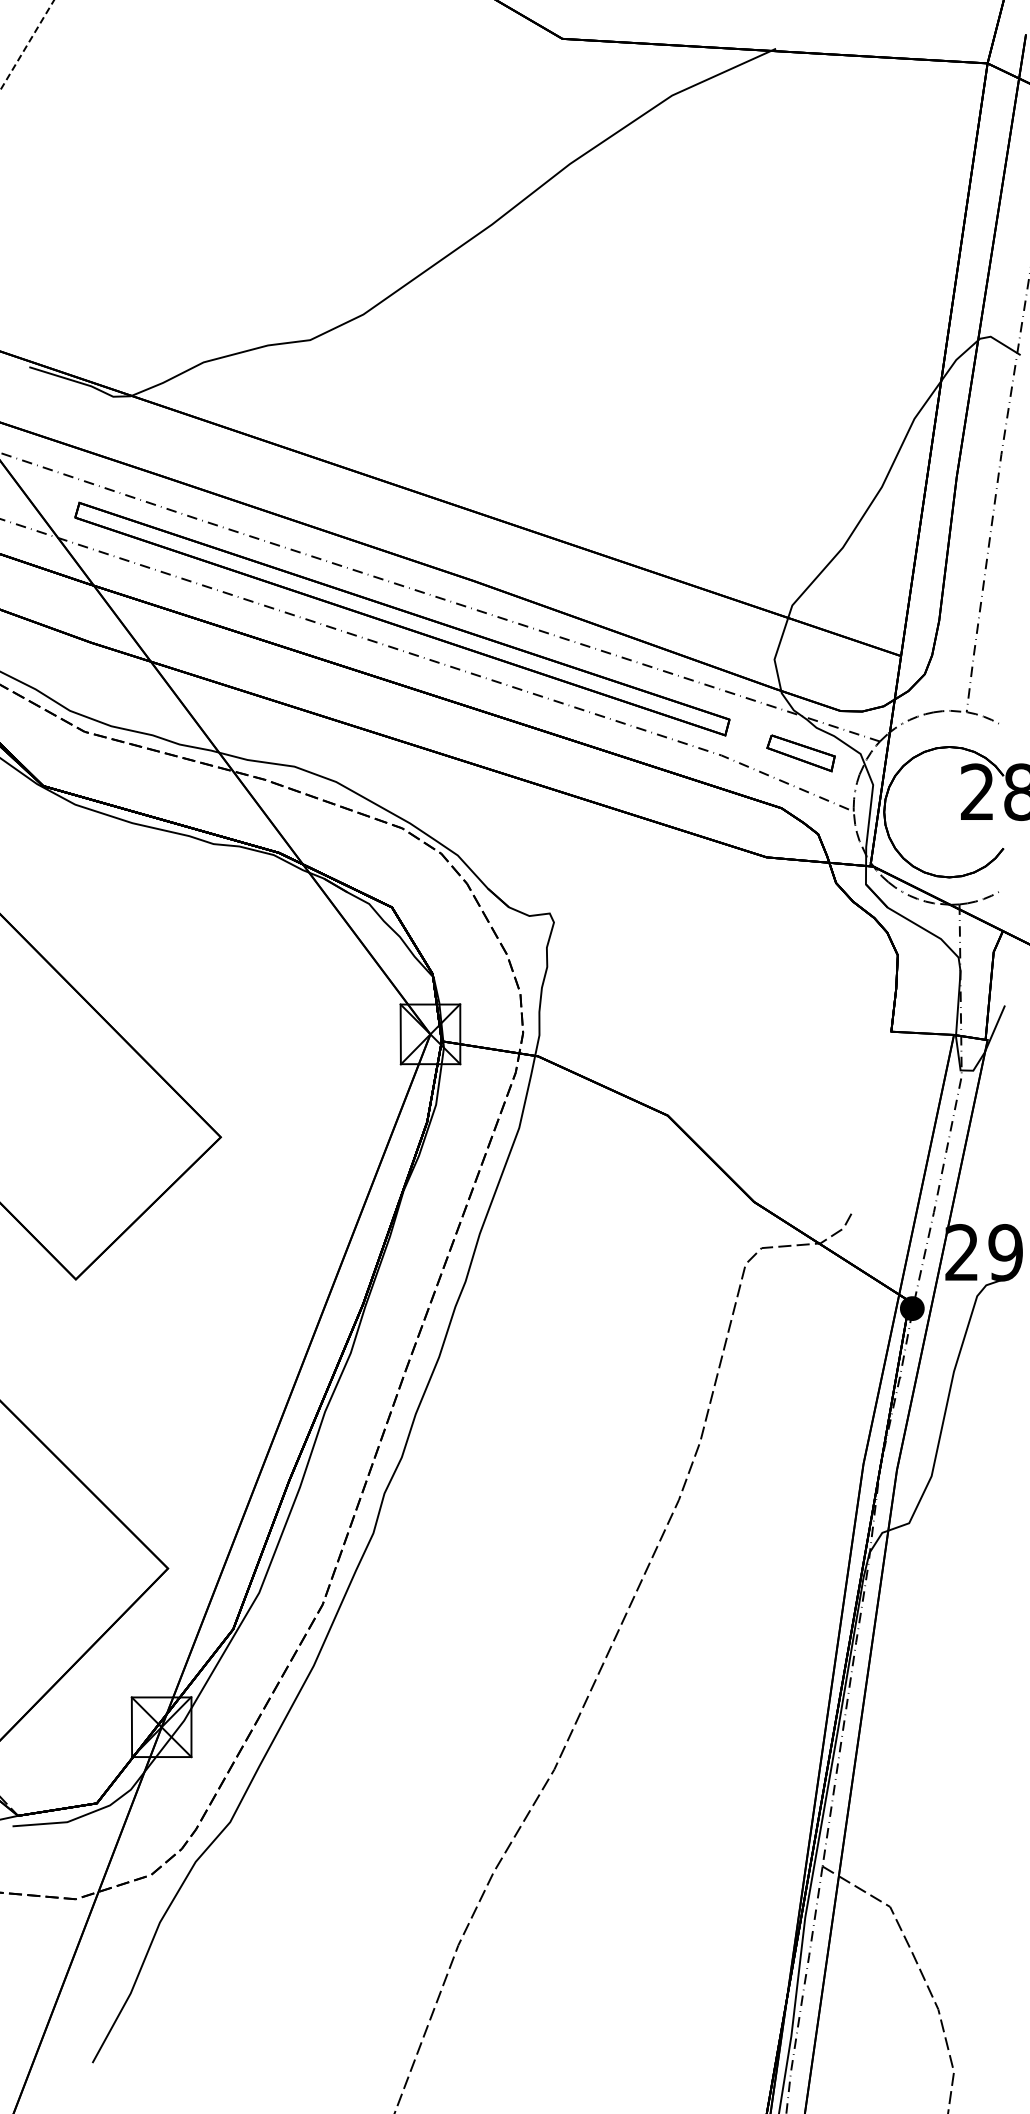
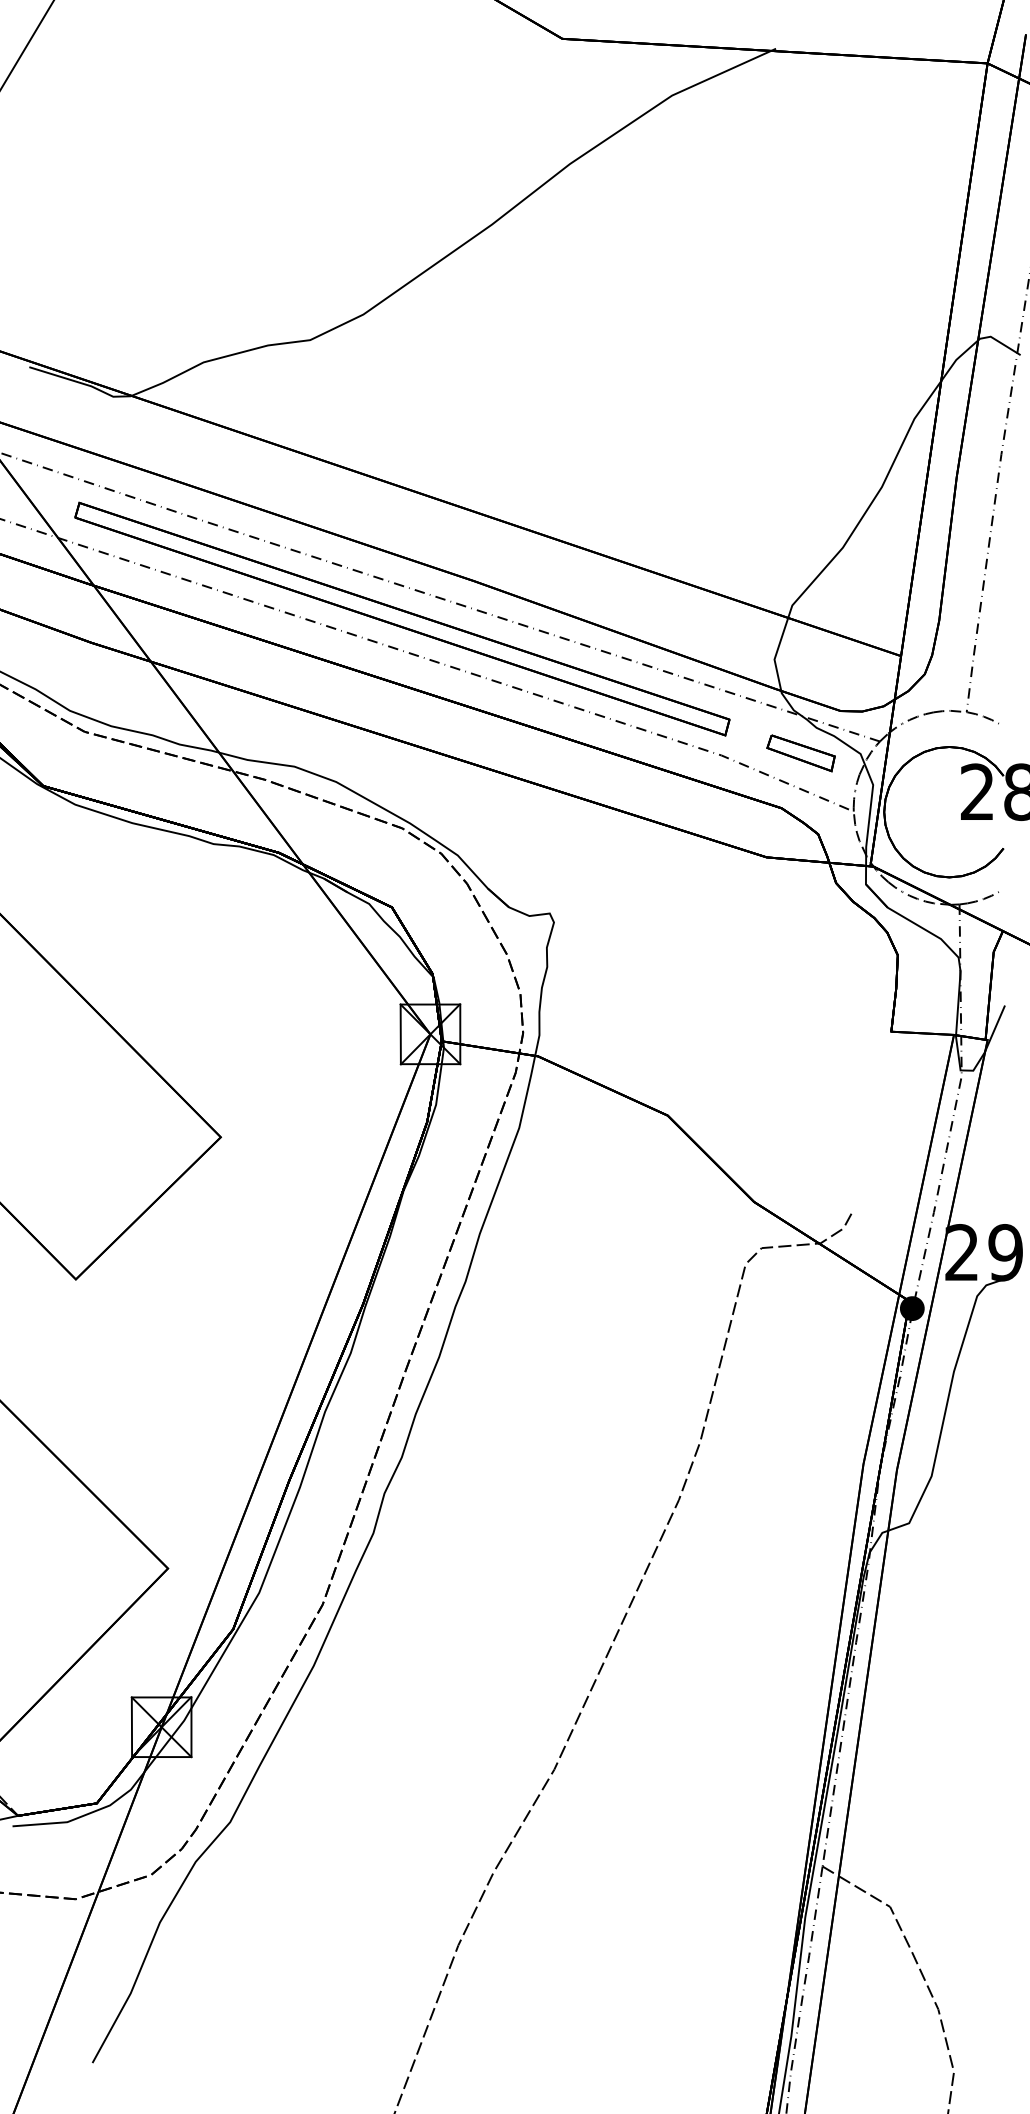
line at (26, 46): dashed -> solid
